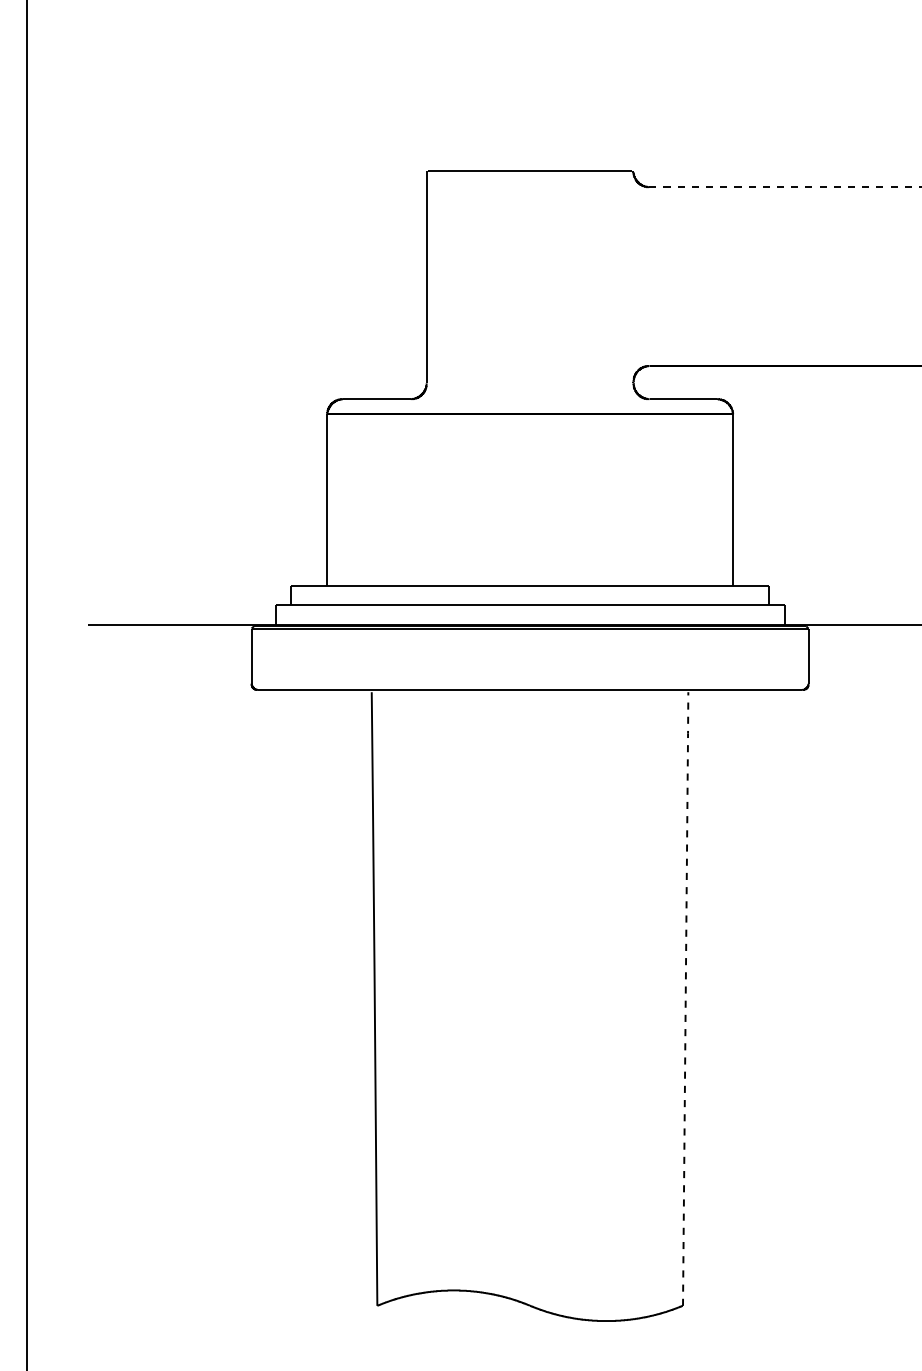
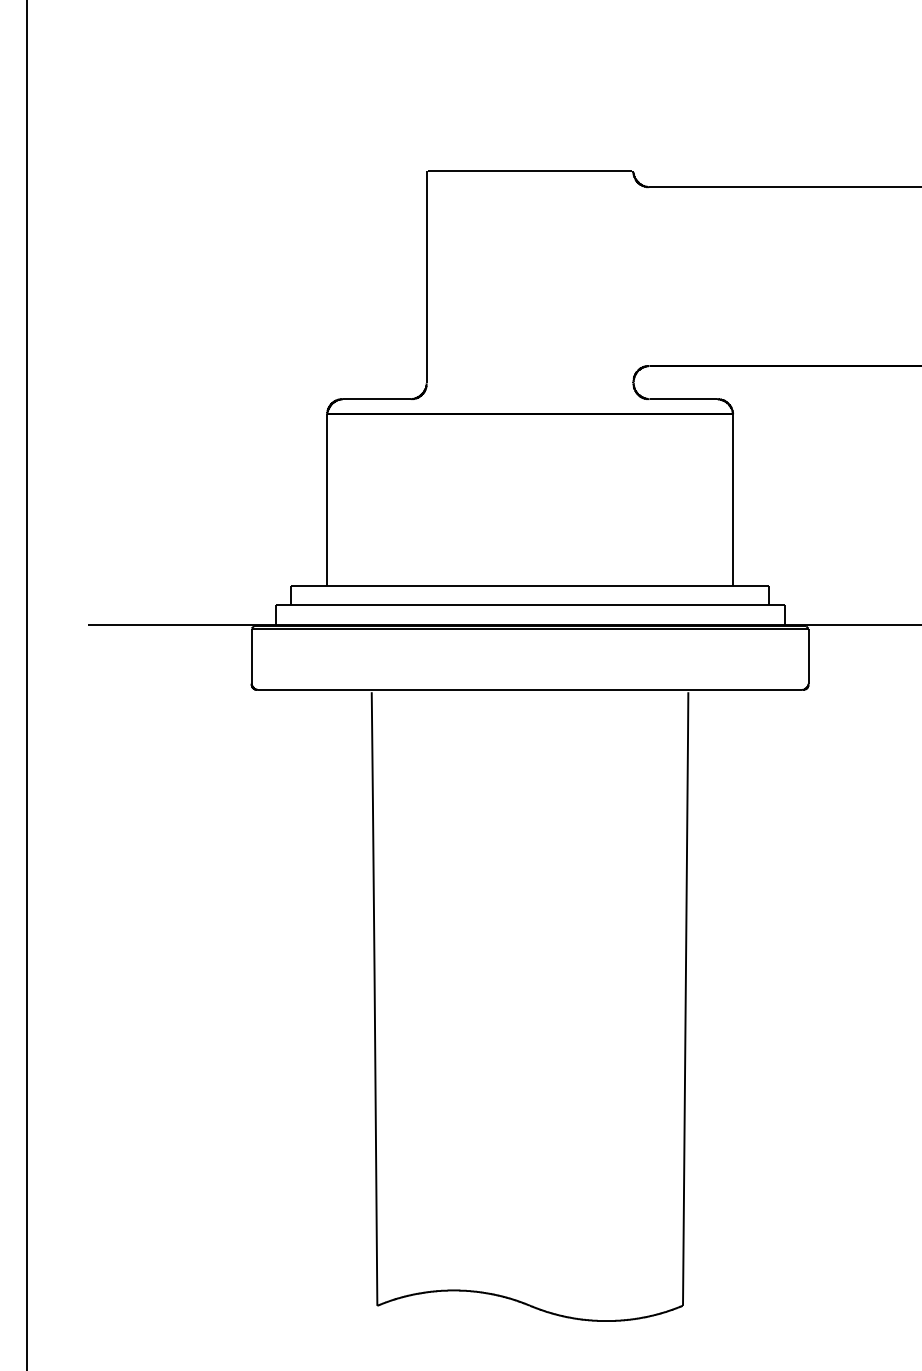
line at (785, 187): dashed -> solid
line at (685, 998): dashed -> solid
